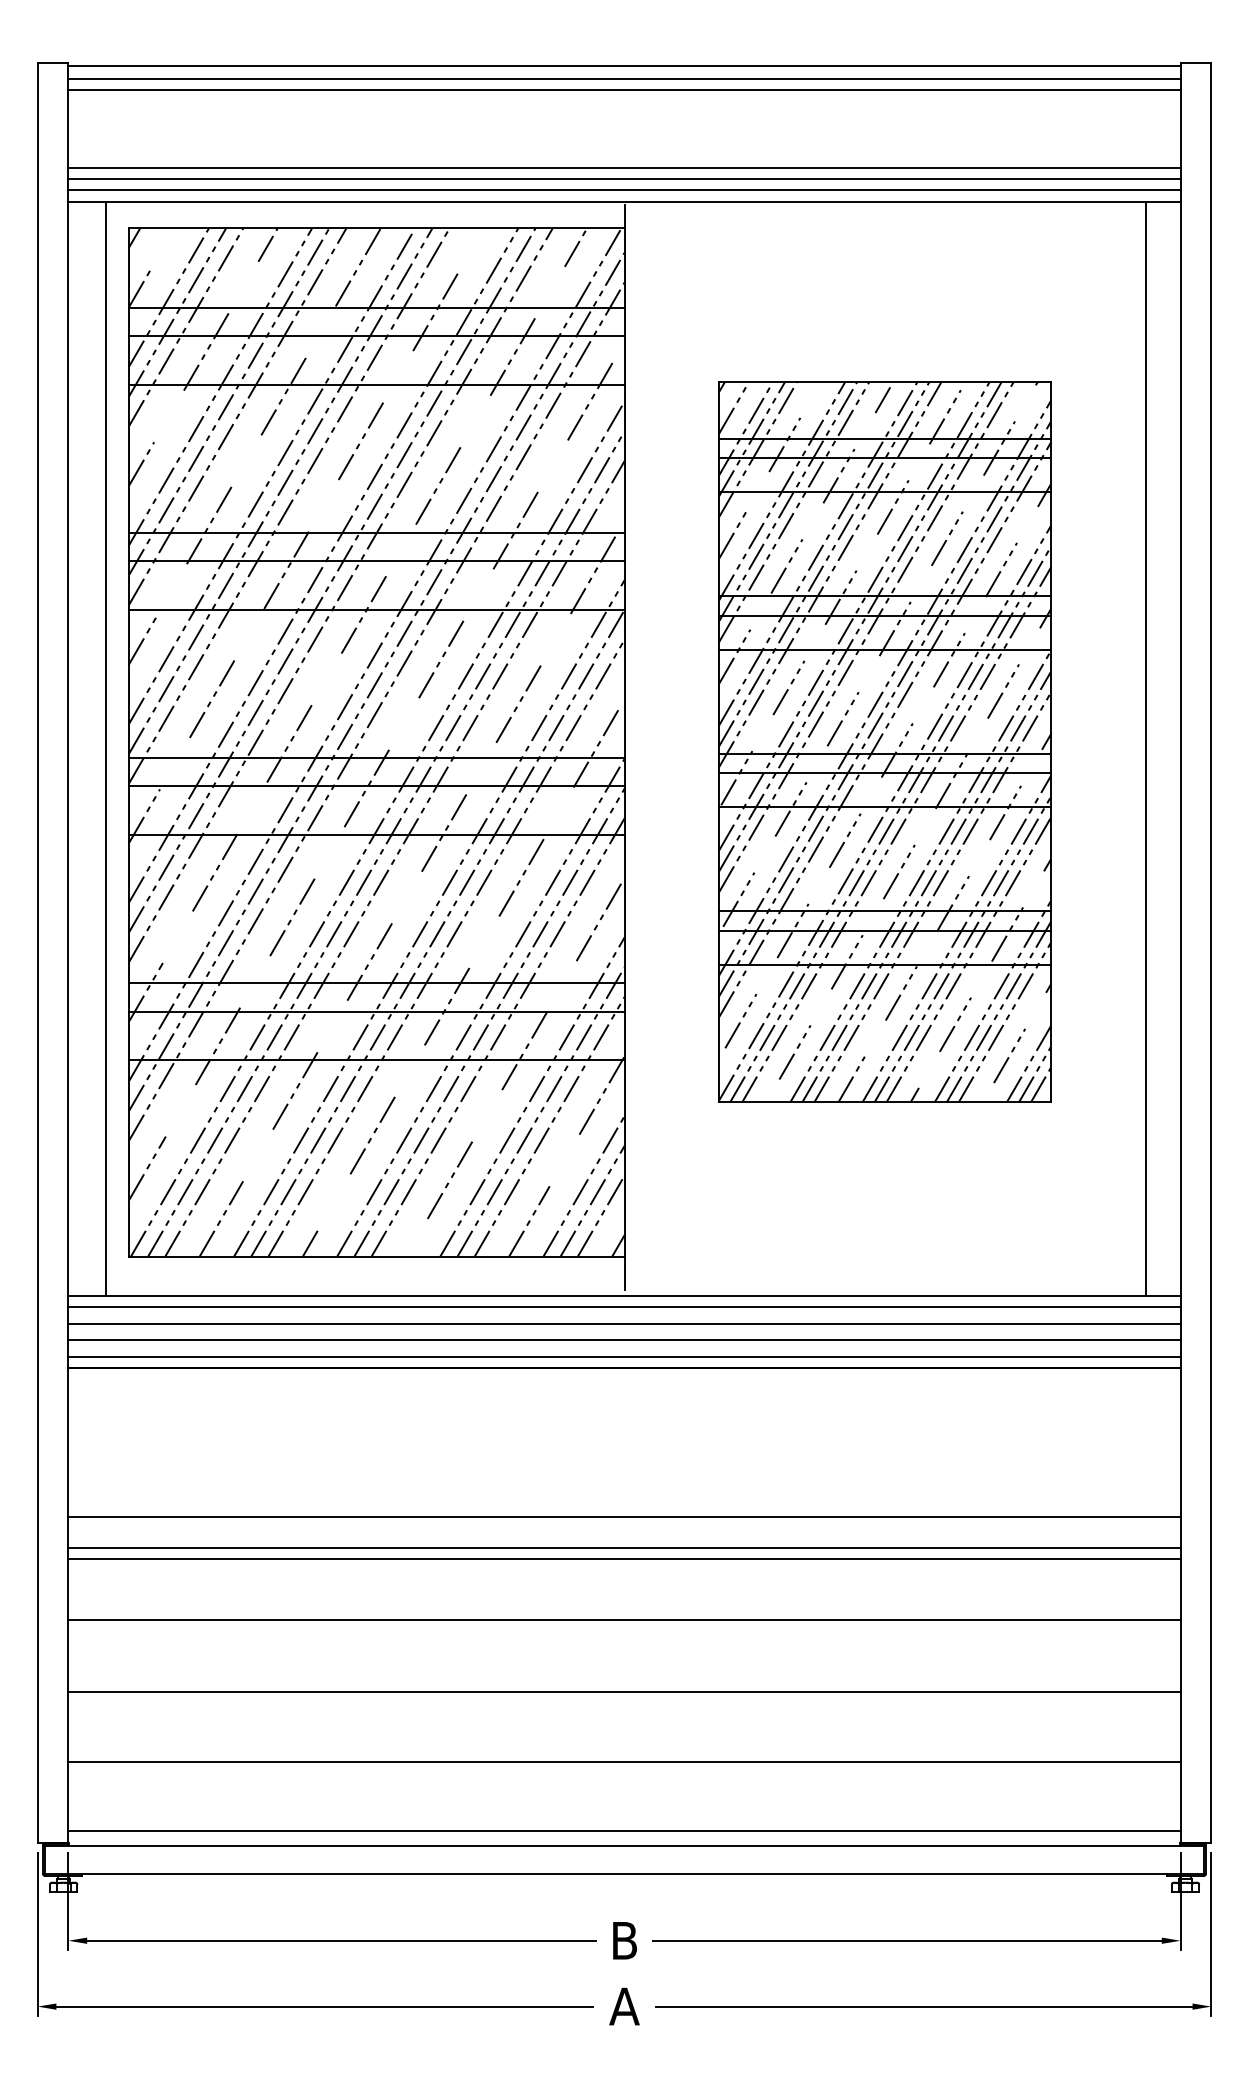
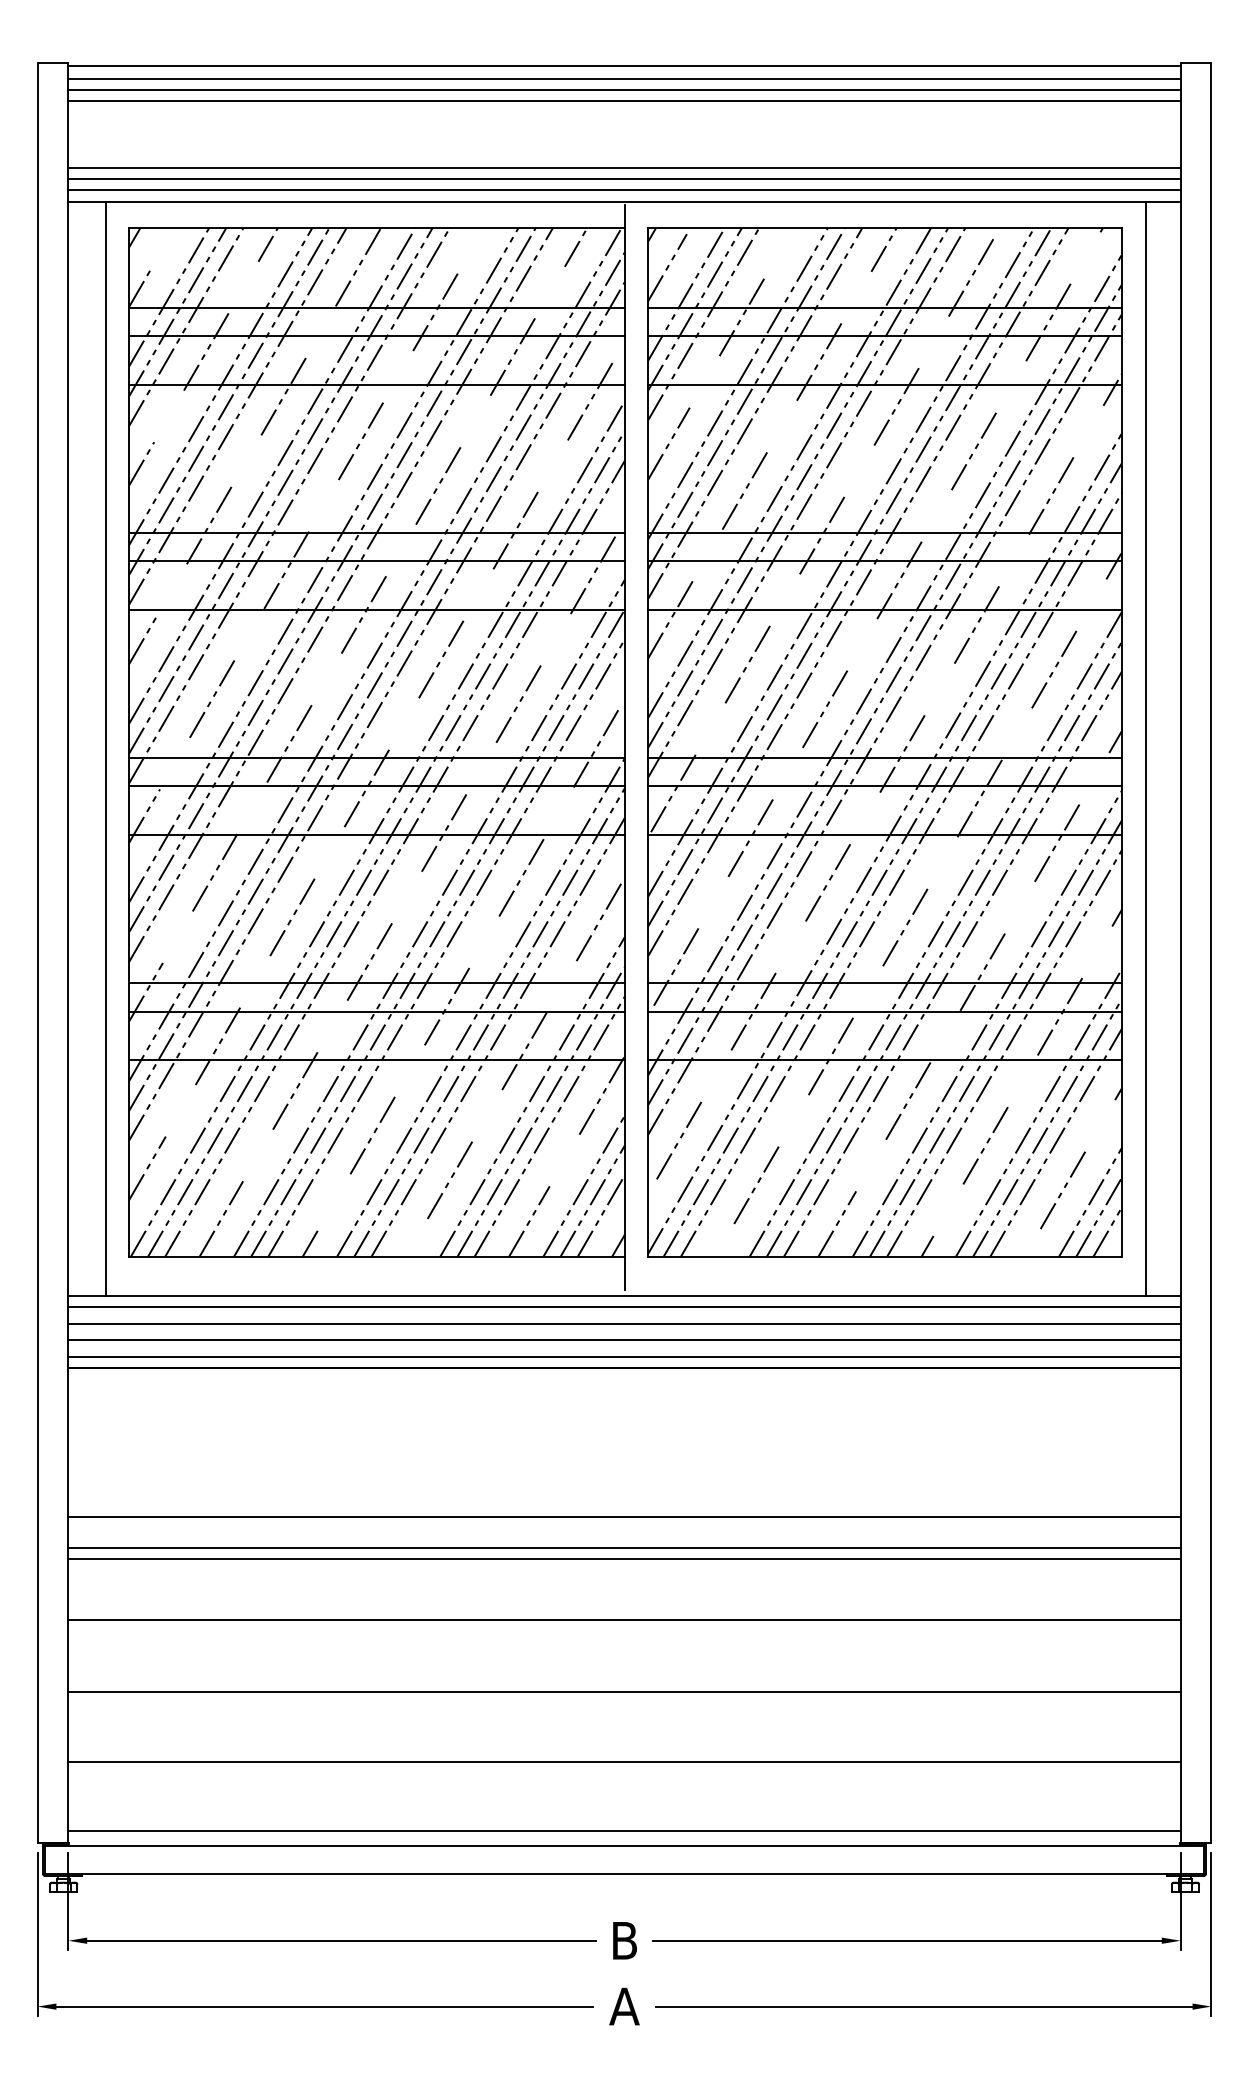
line at (624, 101): none -> present
part at (884, 741) size: 334x722 px -> 476x1031 px
